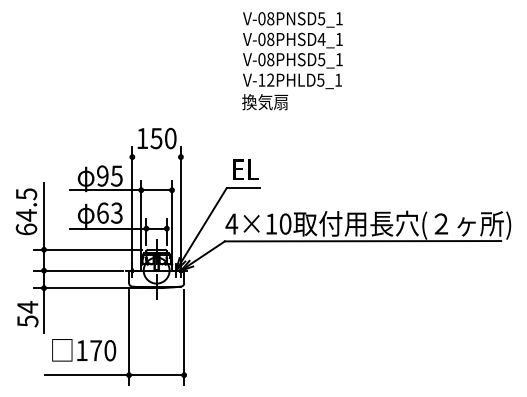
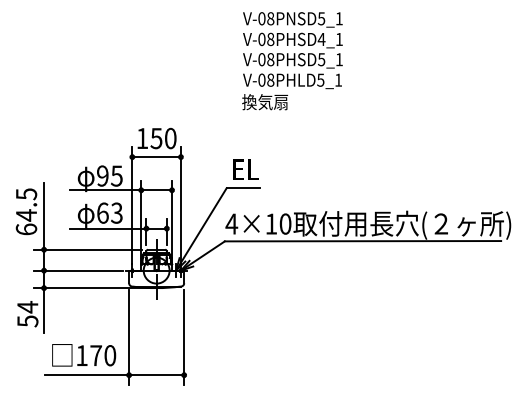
text at (266, 79): V-12PHLD5_1 -> V-08PHLD5_1
line at (156, 157): none -> present
text at (84, 350) position: (84, 350) -> (84, 355)
